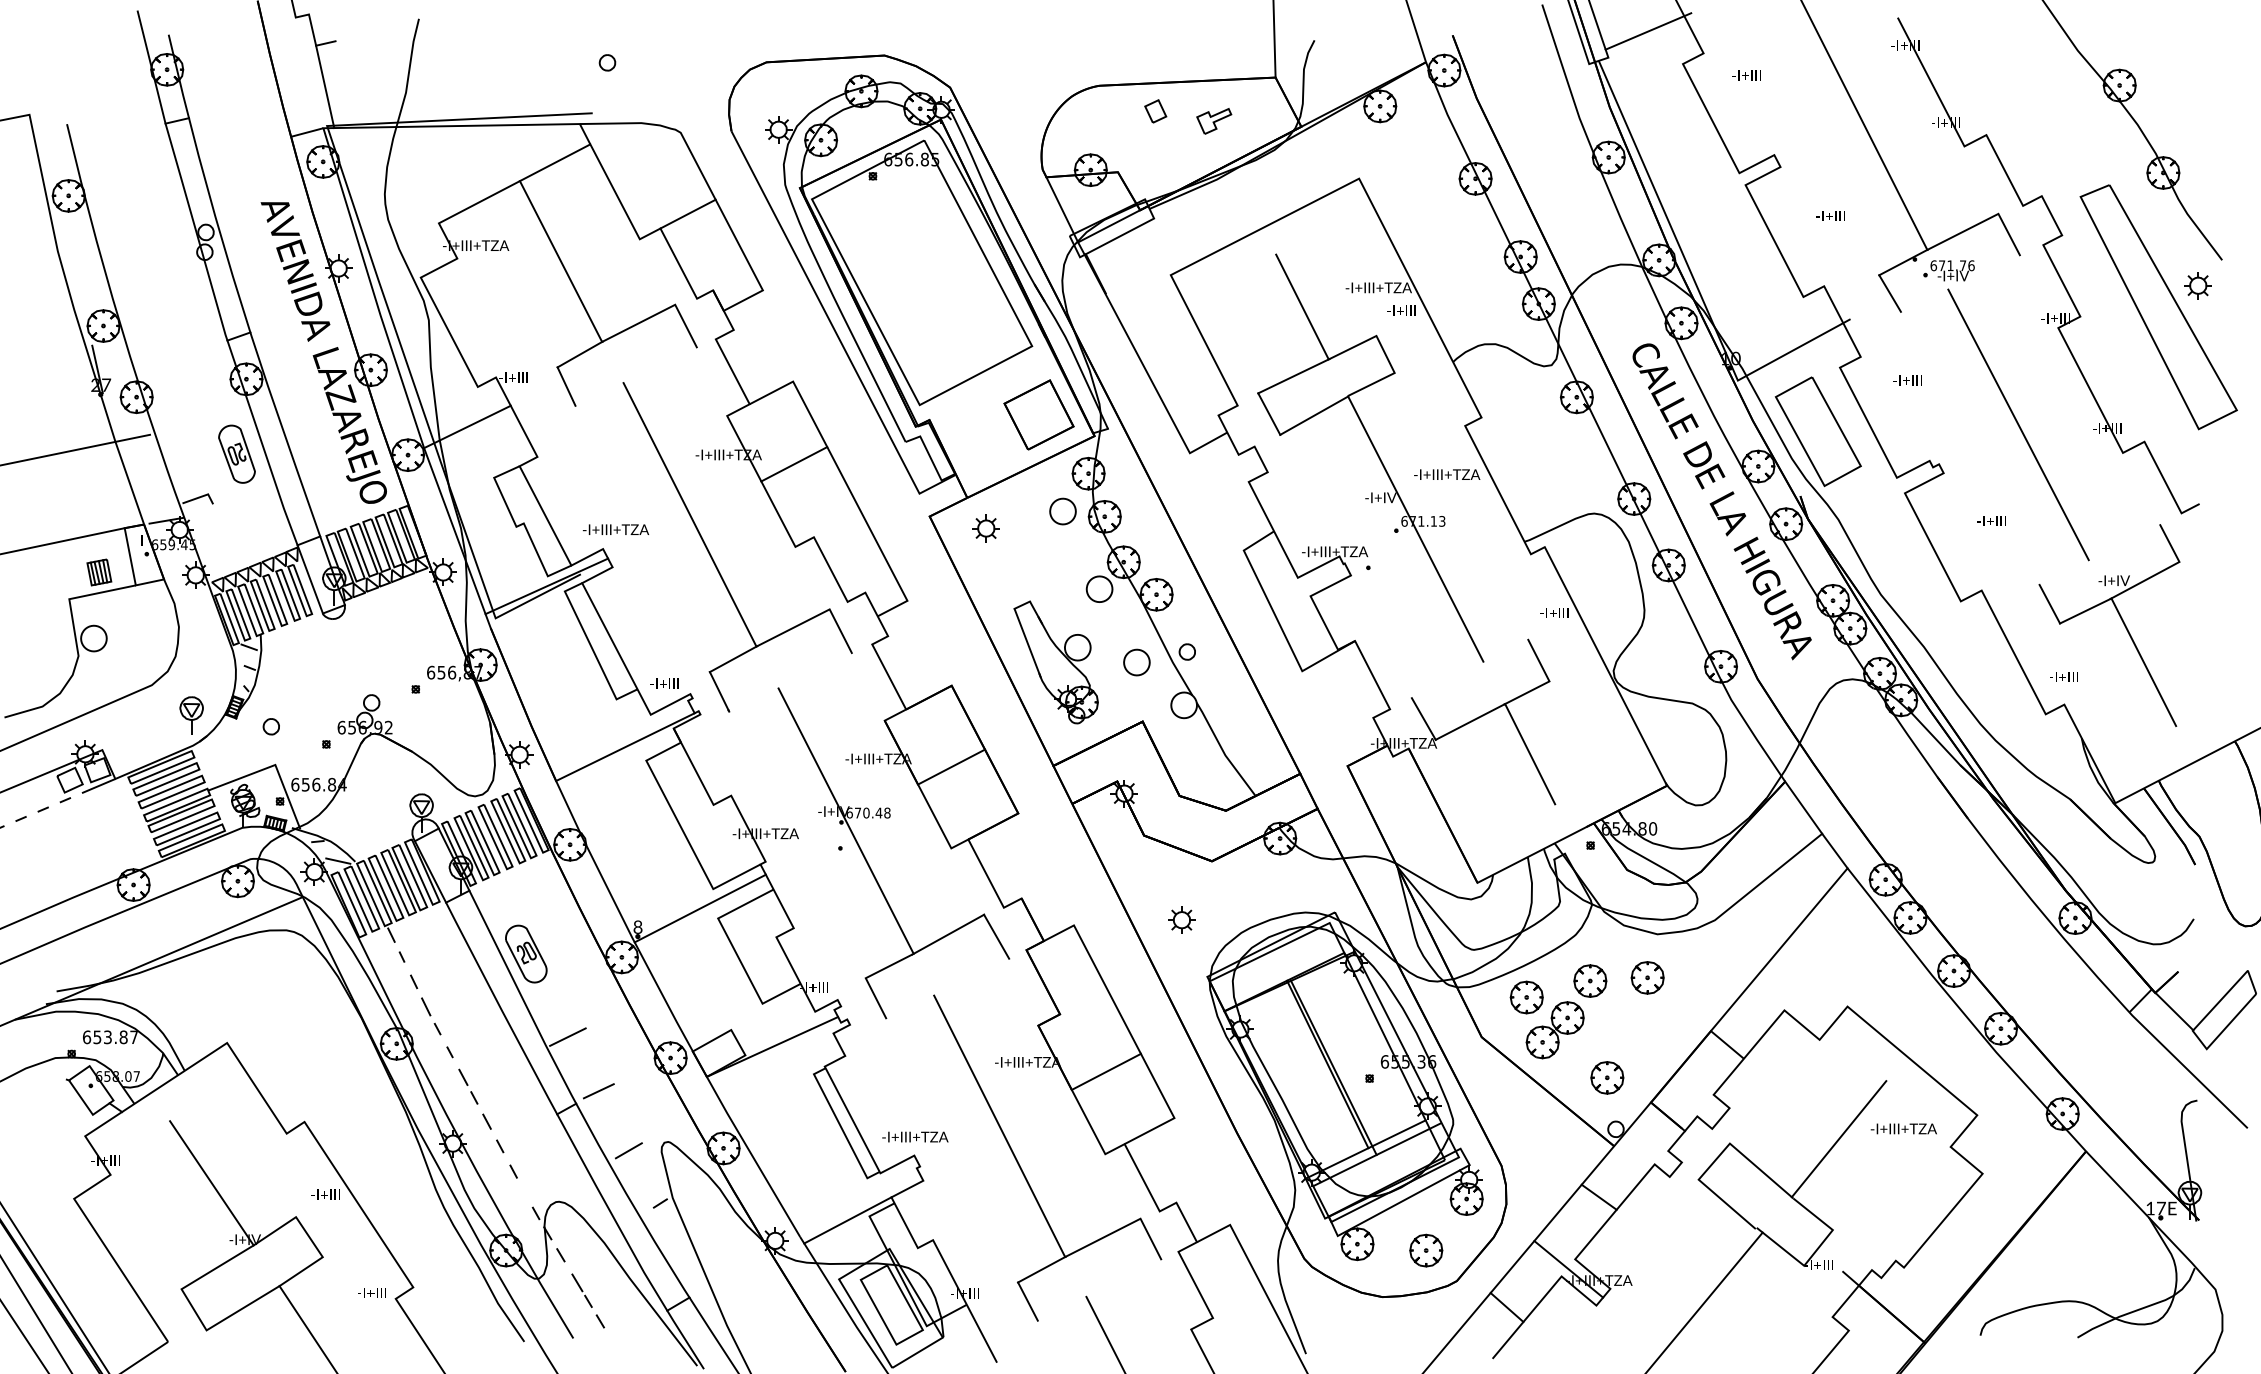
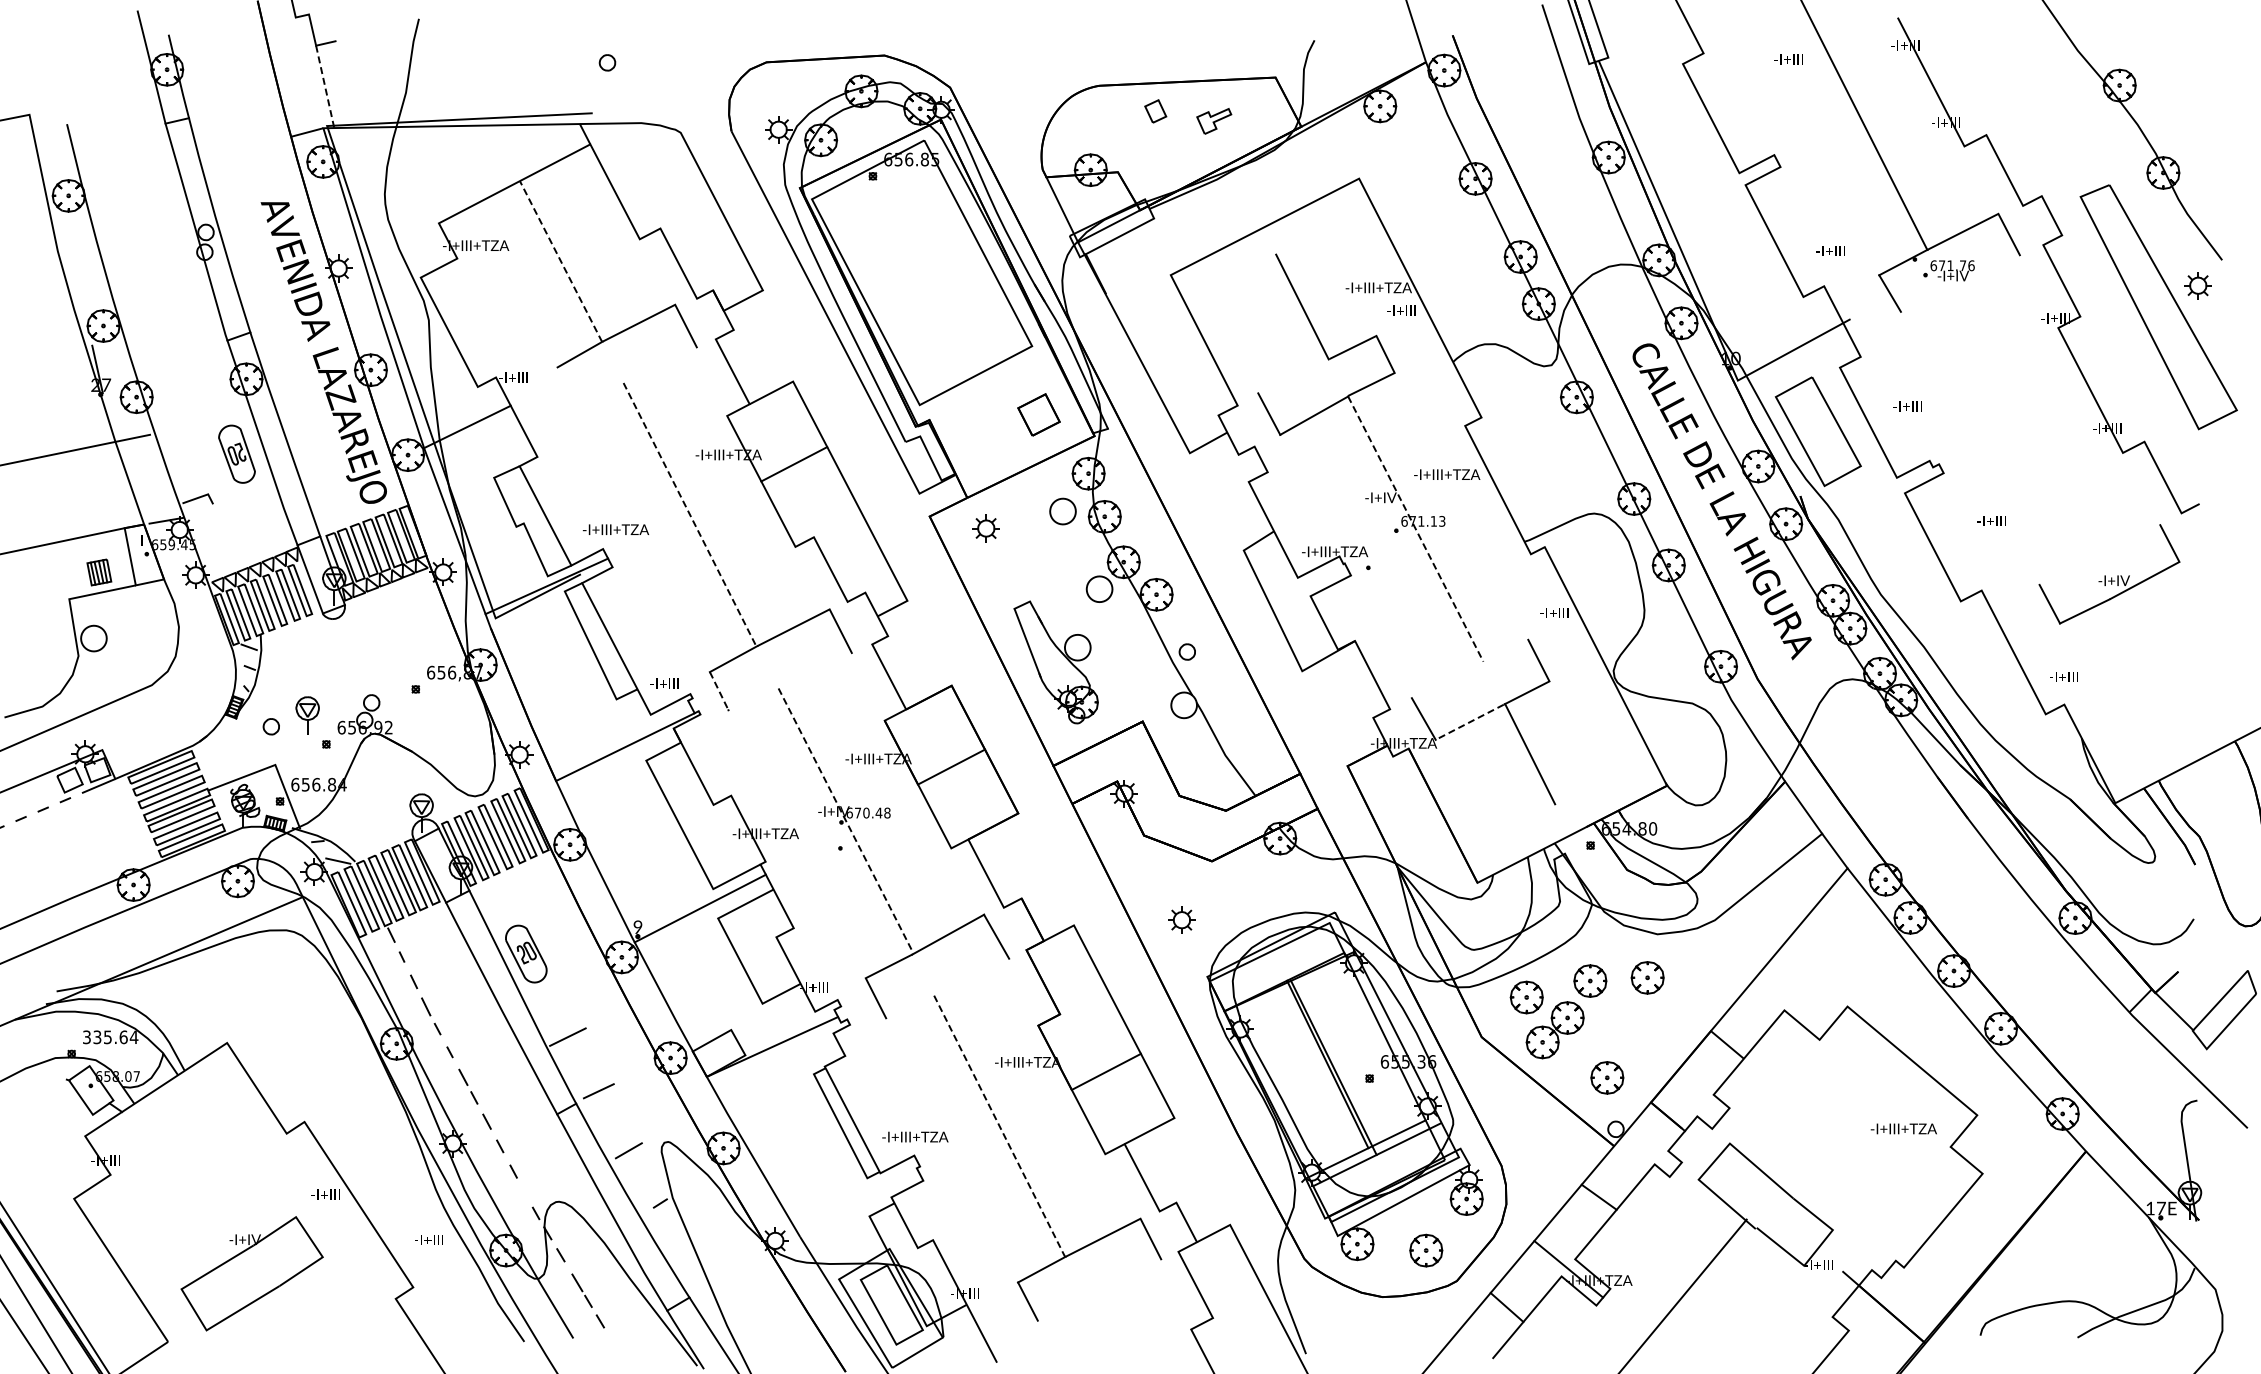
line at (1648, 31): present -> none
line at (1274, 39): present -> none
text at (1746, 75) position: (1746, 75) -> (1788, 59)
line at (325, 87): solid -> dashed
line at (687, 213): present -> none
text at (1830, 215) position: (1830, 215) -> (1830, 250)
line at (560, 261): solid -> dashed
line at (1293, 376): present -> none
text at (1907, 380) position: (1907, 380) -> (1907, 406)
line at (566, 386): present -> none
part at (1038, 414) size: 72x72 px -> 44x44 px
line at (2018, 424): present -> none
line at (690, 514): solid -> dashed
line at (1415, 529): solid -> dashed
part at (1136, 662): present -> none
line at (2143, 662): present -> none
line at (719, 692): solid -> dashed
part at (191, 715) position: (191, 715) -> (307, 715)
line at (1469, 722): solid -> dashed
line at (846, 821): solid -> dashed
text at (637, 927): 8 -> 9
text at (110, 1037): 653.87 -> 335.64
line at (999, 1126): solid -> dashed
line at (1838, 1139): present -> none
line at (211, 1183): present -> none
line at (847, 1220): present -> none
text at (371, 1292) position: (371, 1292) -> (428, 1239)
line at (1705, 1301) position: (1705, 1301) -> (1683, 1294)
line at (307, 1328): present -> none
line at (1104, 1333): present -> none
